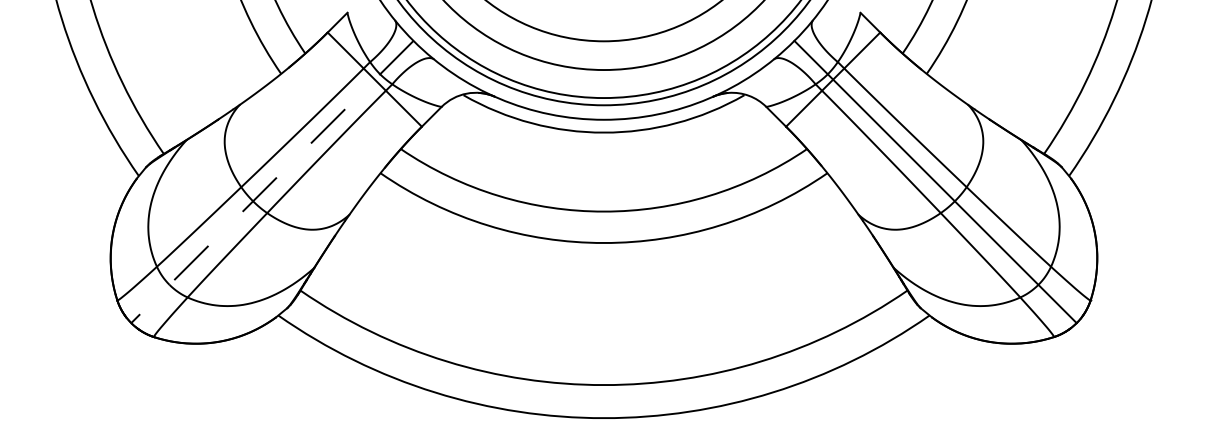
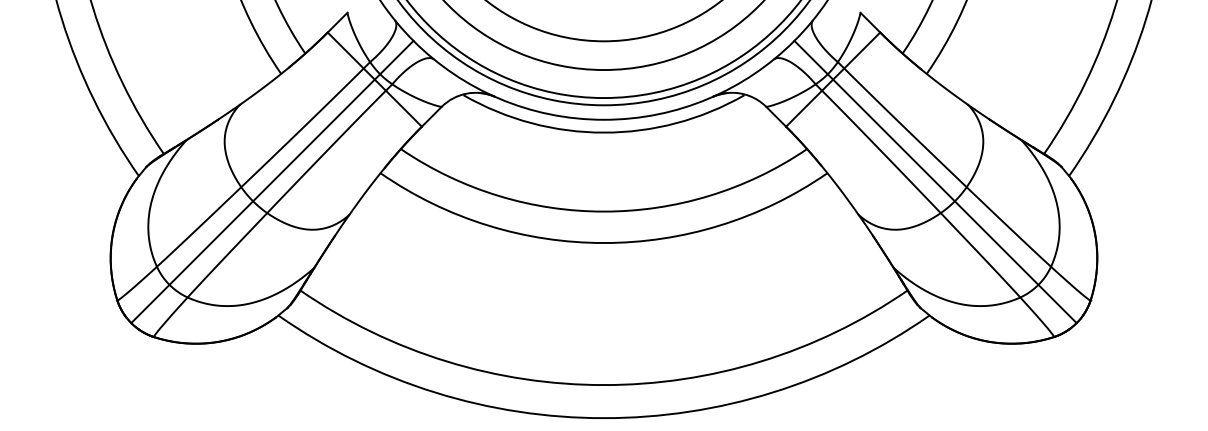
line at (272, 182): dashed -> solid
